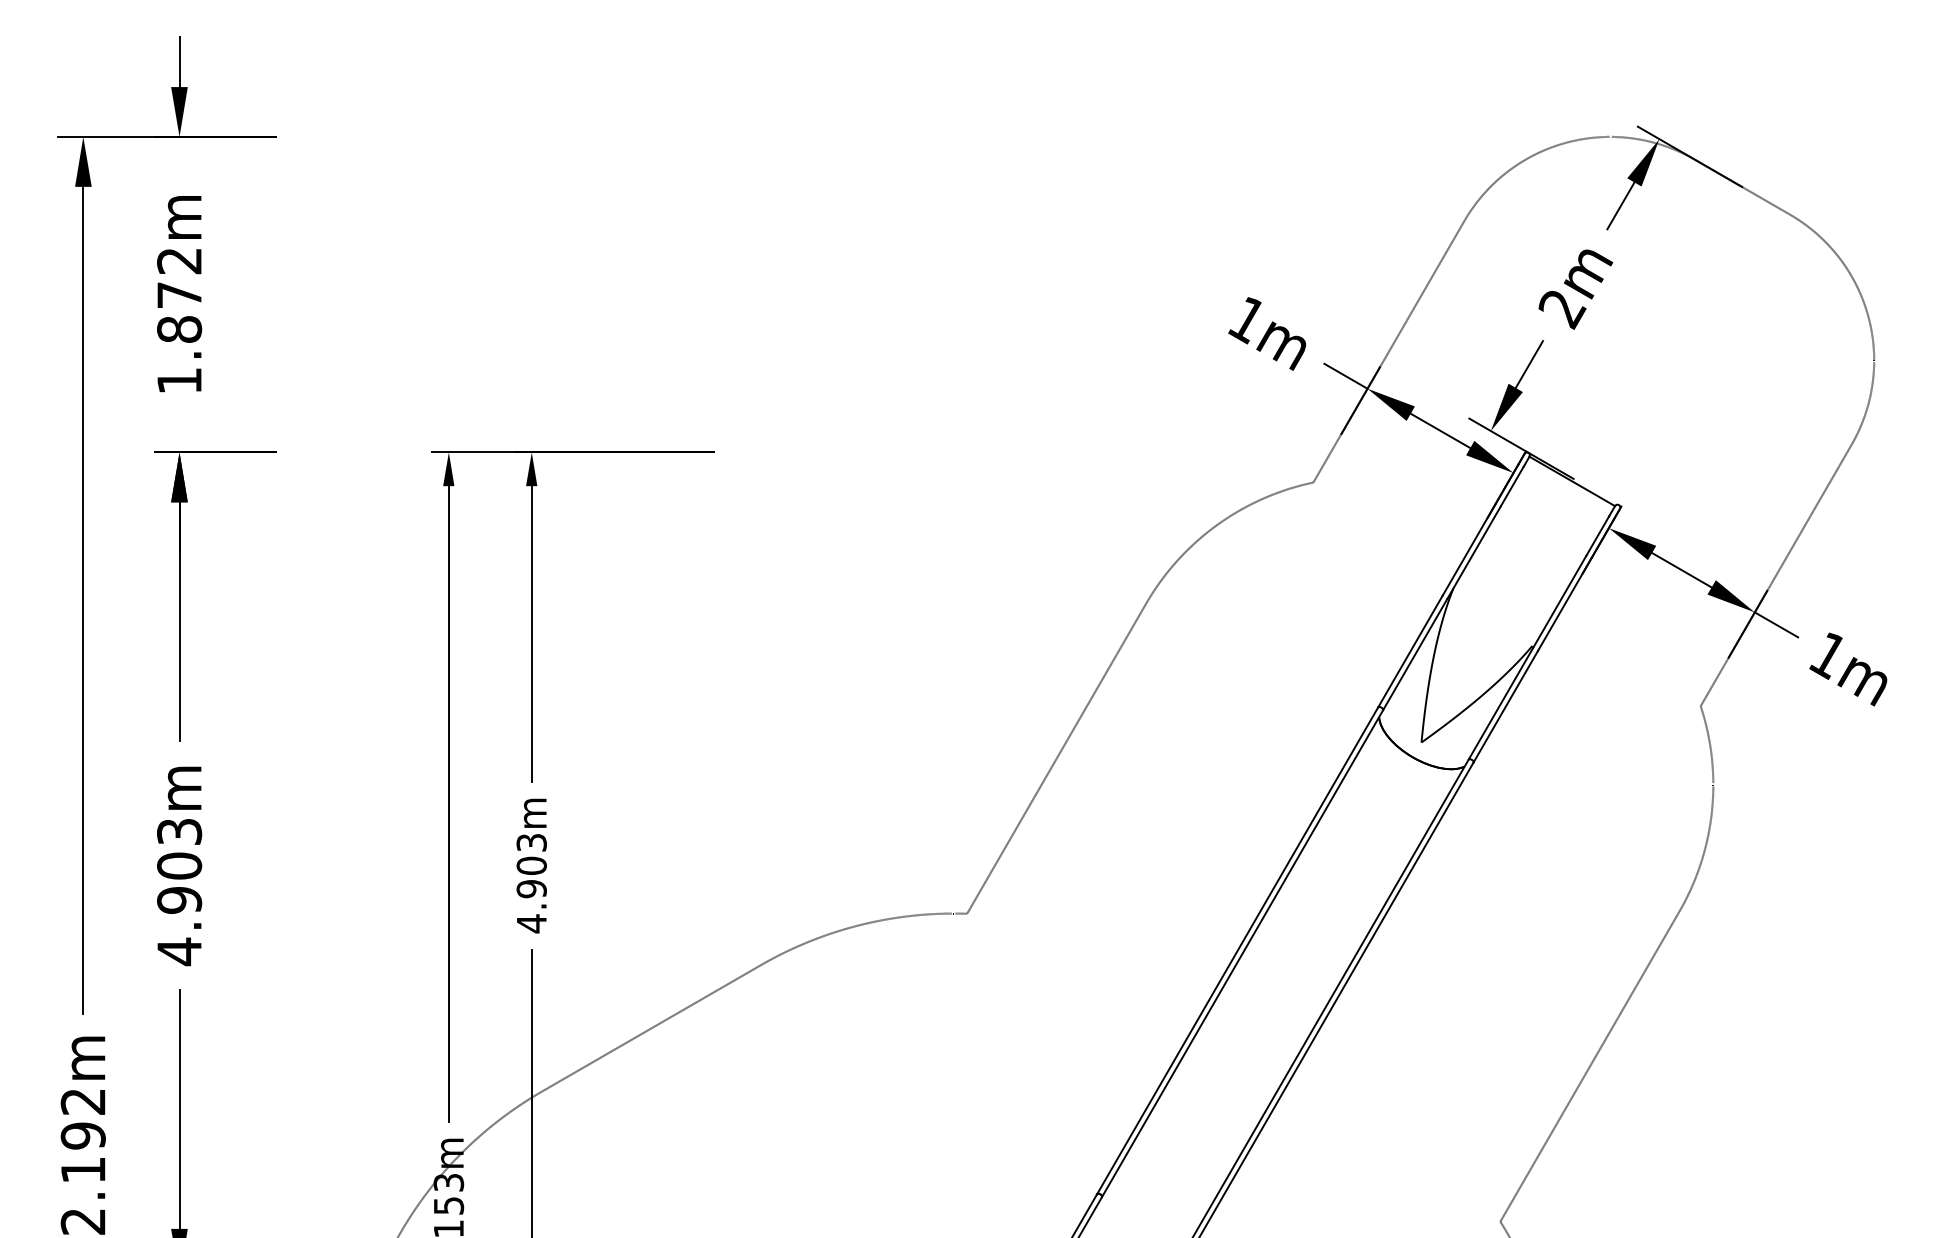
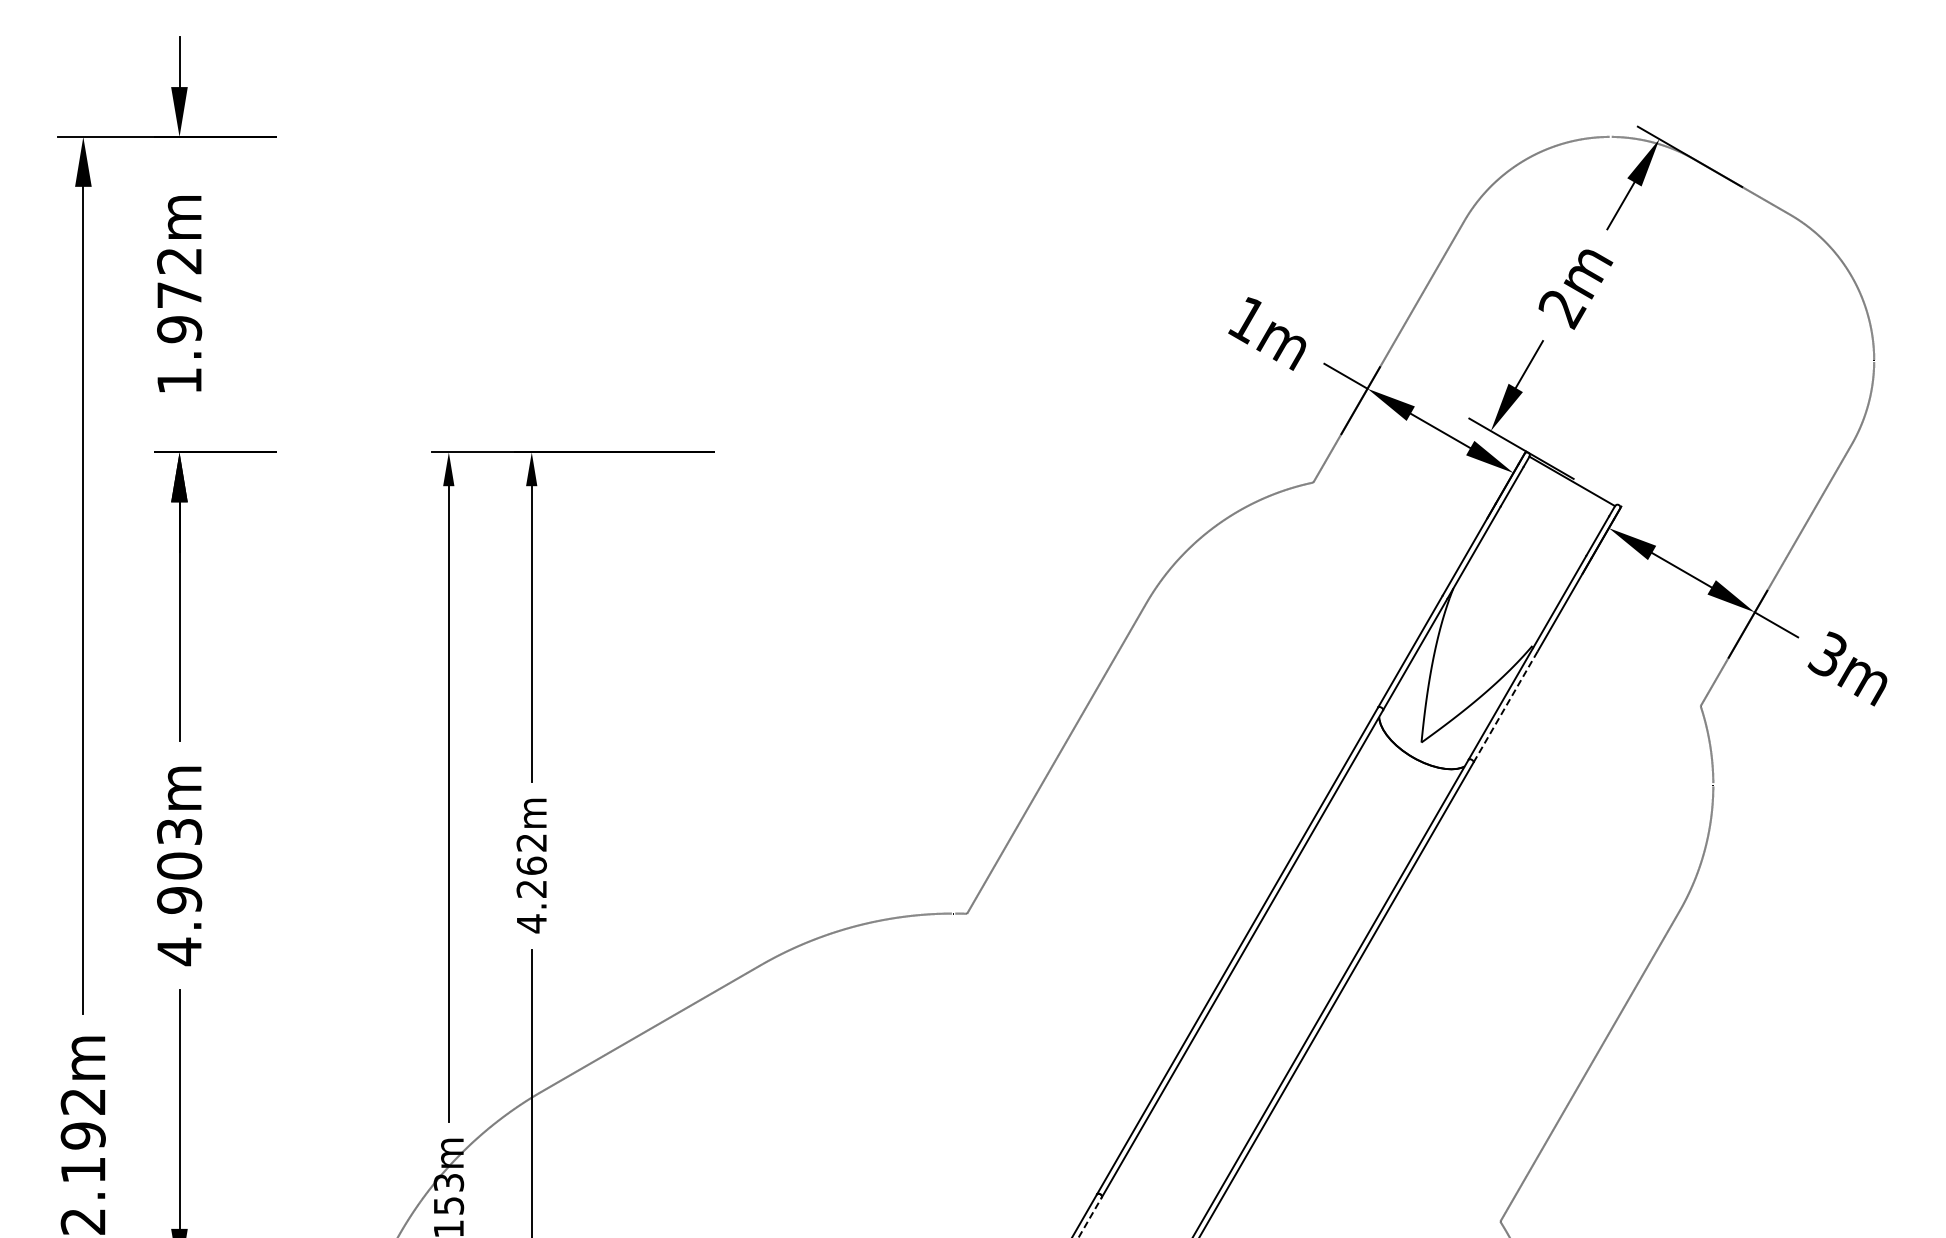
text at (179, 329): 1.872m -> 1.972m
text at (1826, 655): 1m -> 3m
line at (1506, 706): solid -> dashed
text at (531, 866): 4.903m -> 4.262m
line at (1090, 1217): solid -> dashed
